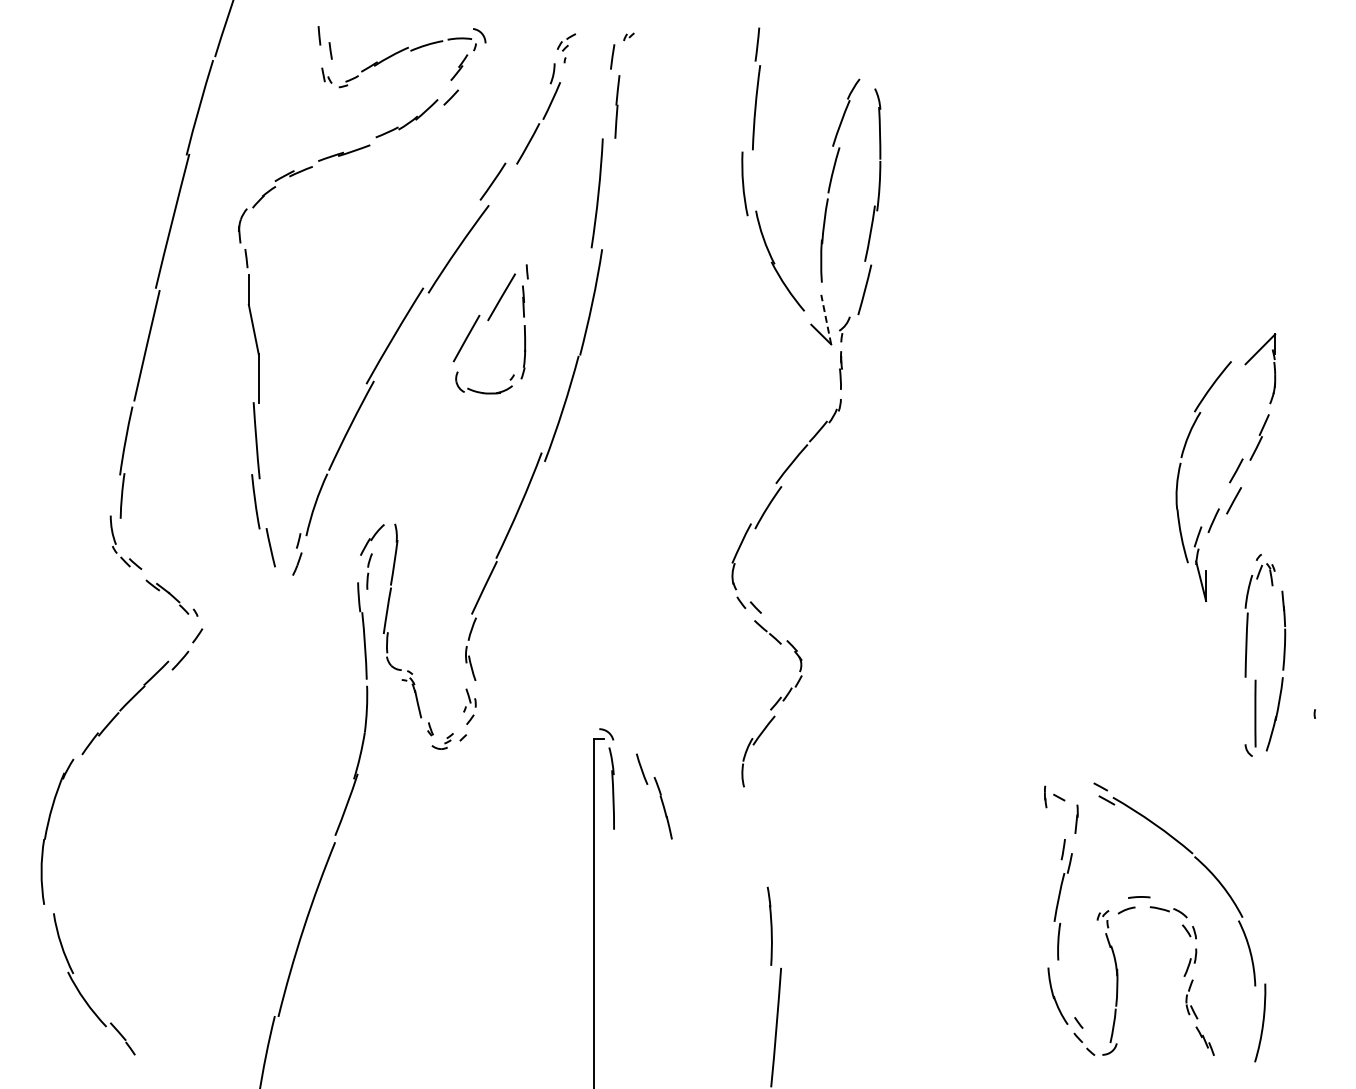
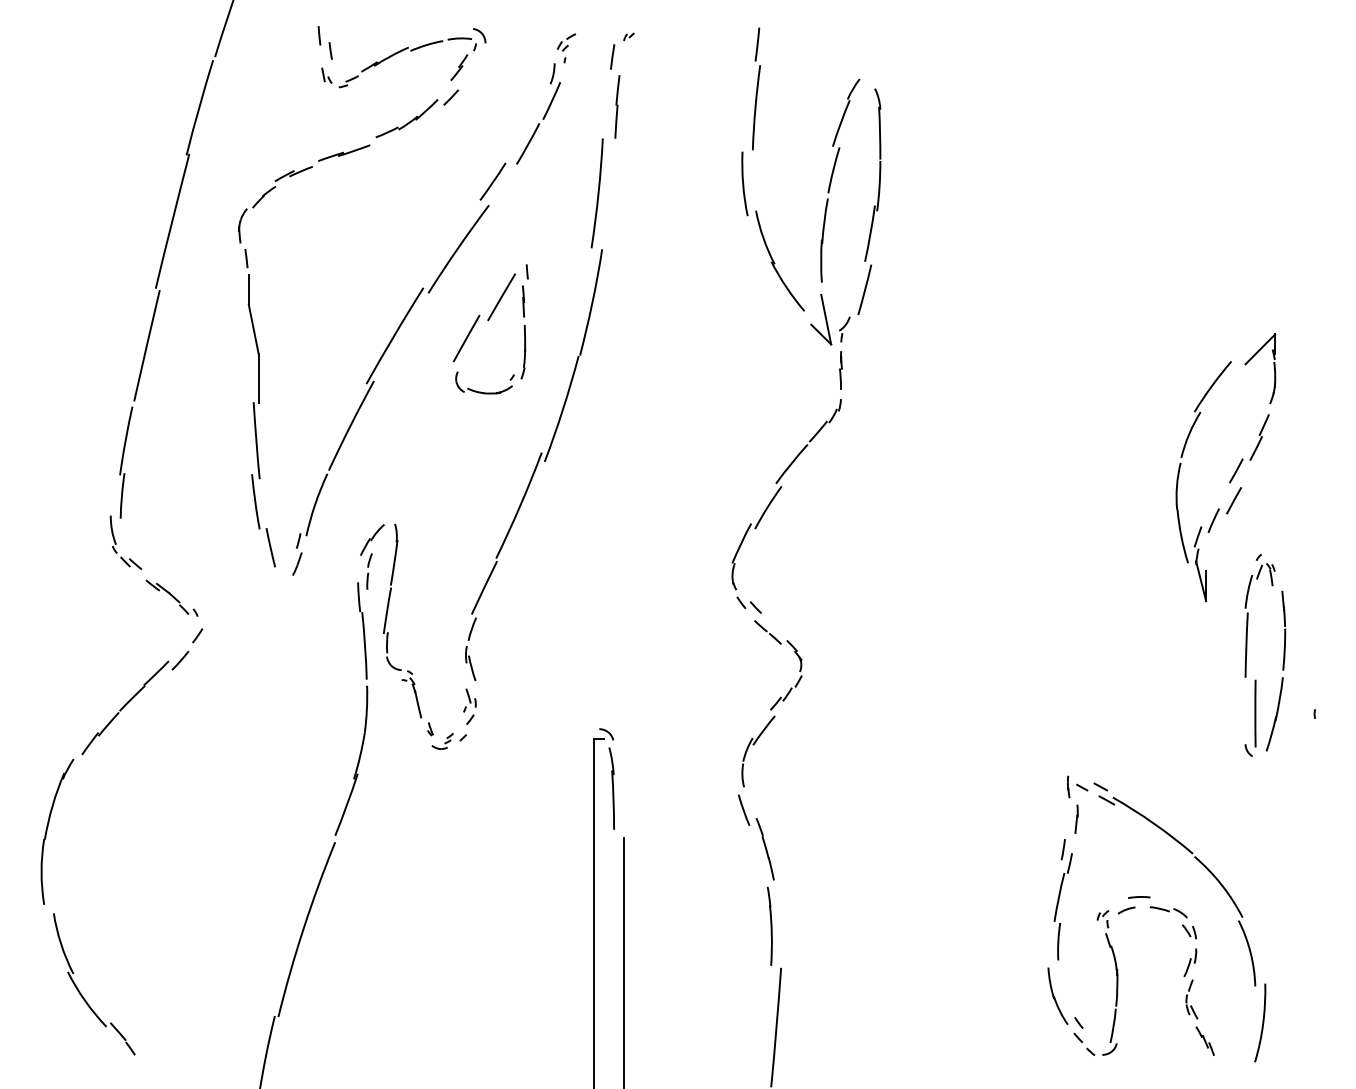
line at (826, 319): dashed -> solid
part at (654, 796) position: (654, 796) -> (756, 837)
part at (1054, 796) position: (1054, 796) -> (1077, 786)
line at (624, 961): none -> present
